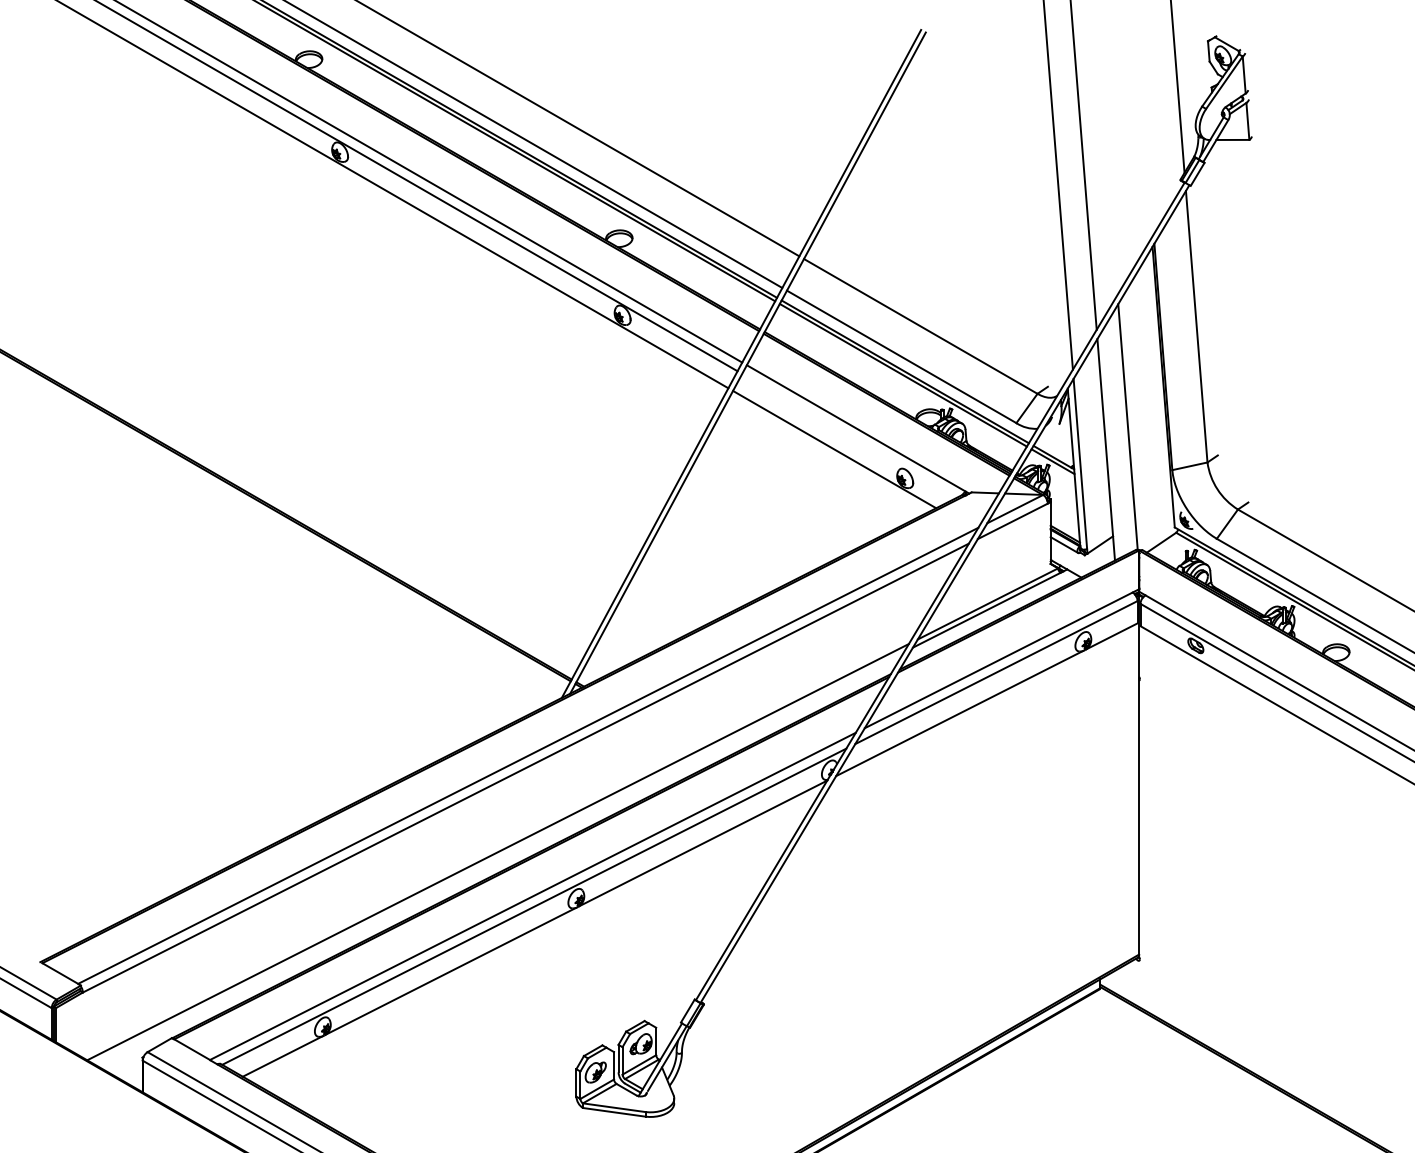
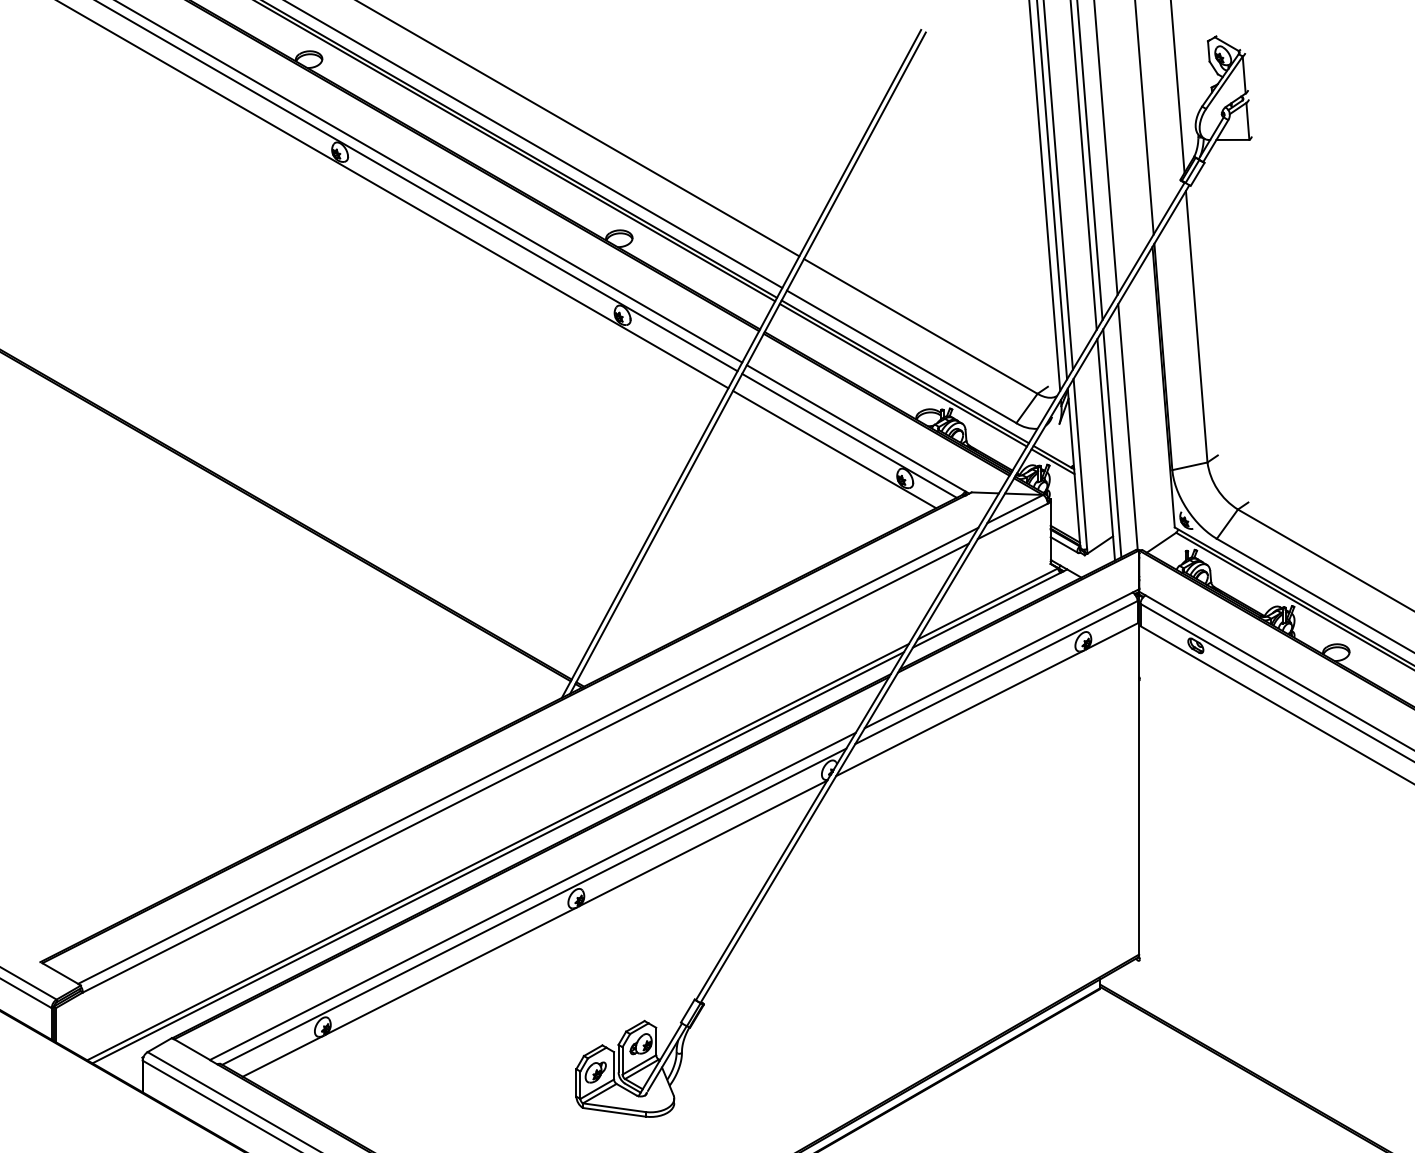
line at (1144, 118): none -> present
line at (1105, 148): none -> present
line at (1089, 161): none -> present
line at (1052, 190): none -> present
line at (1044, 196): none -> present
line at (849, 435): none -> present
line at (1112, 443): none -> present
line at (498, 857): none -> present
